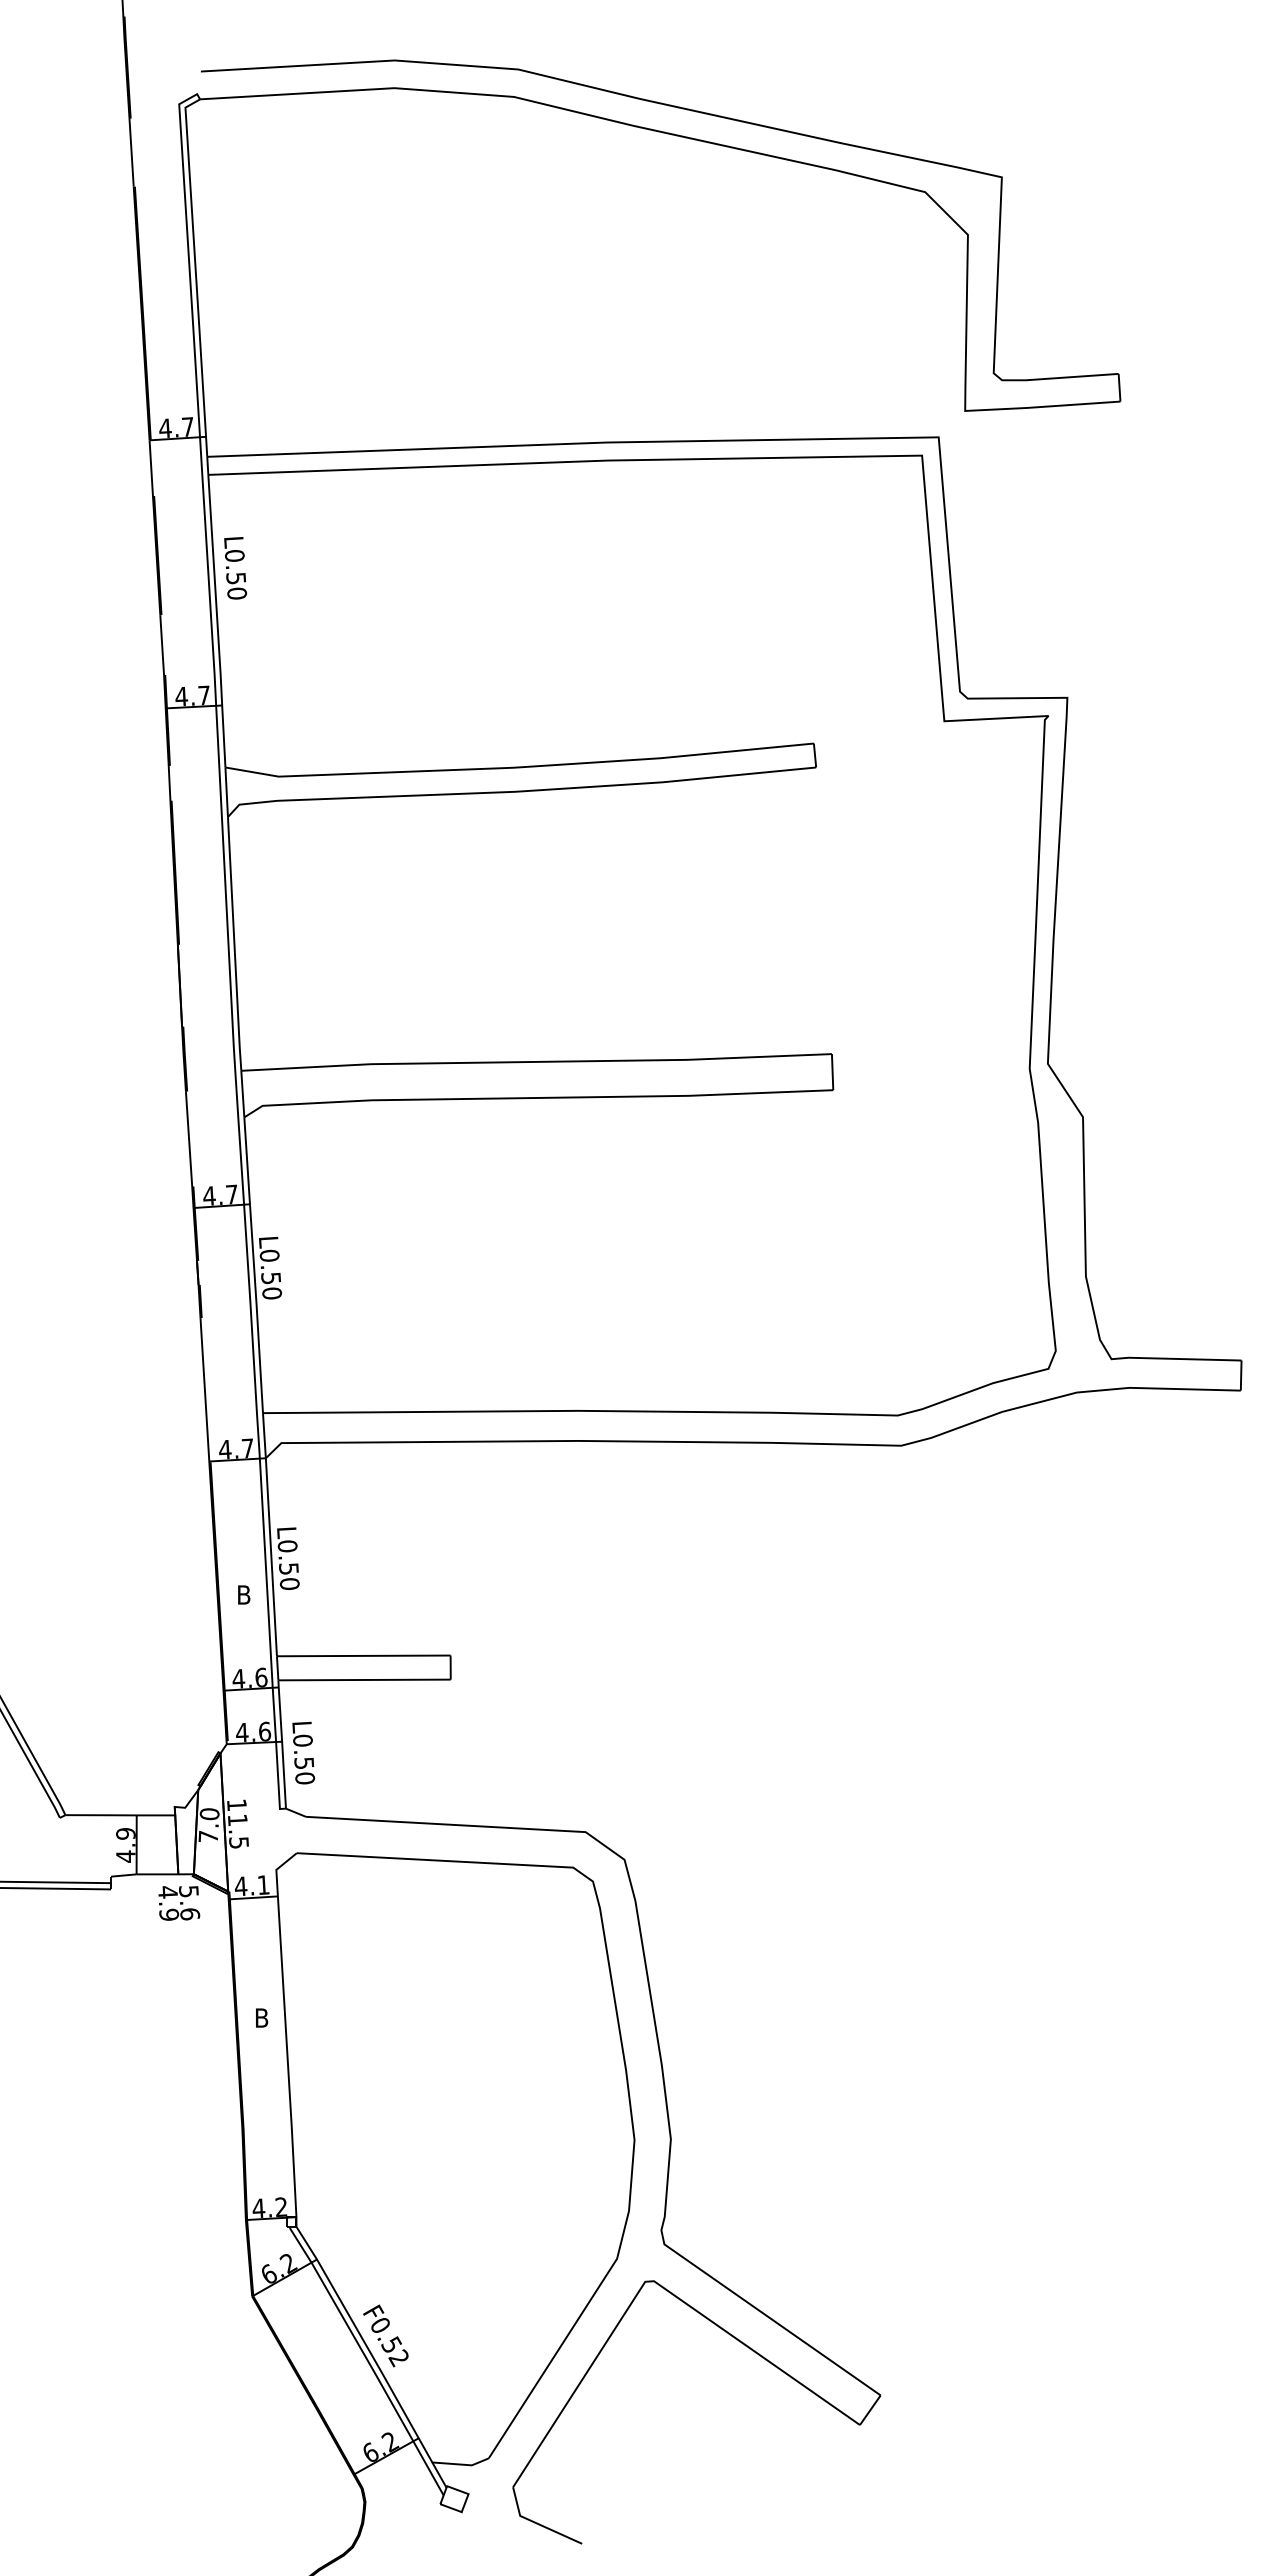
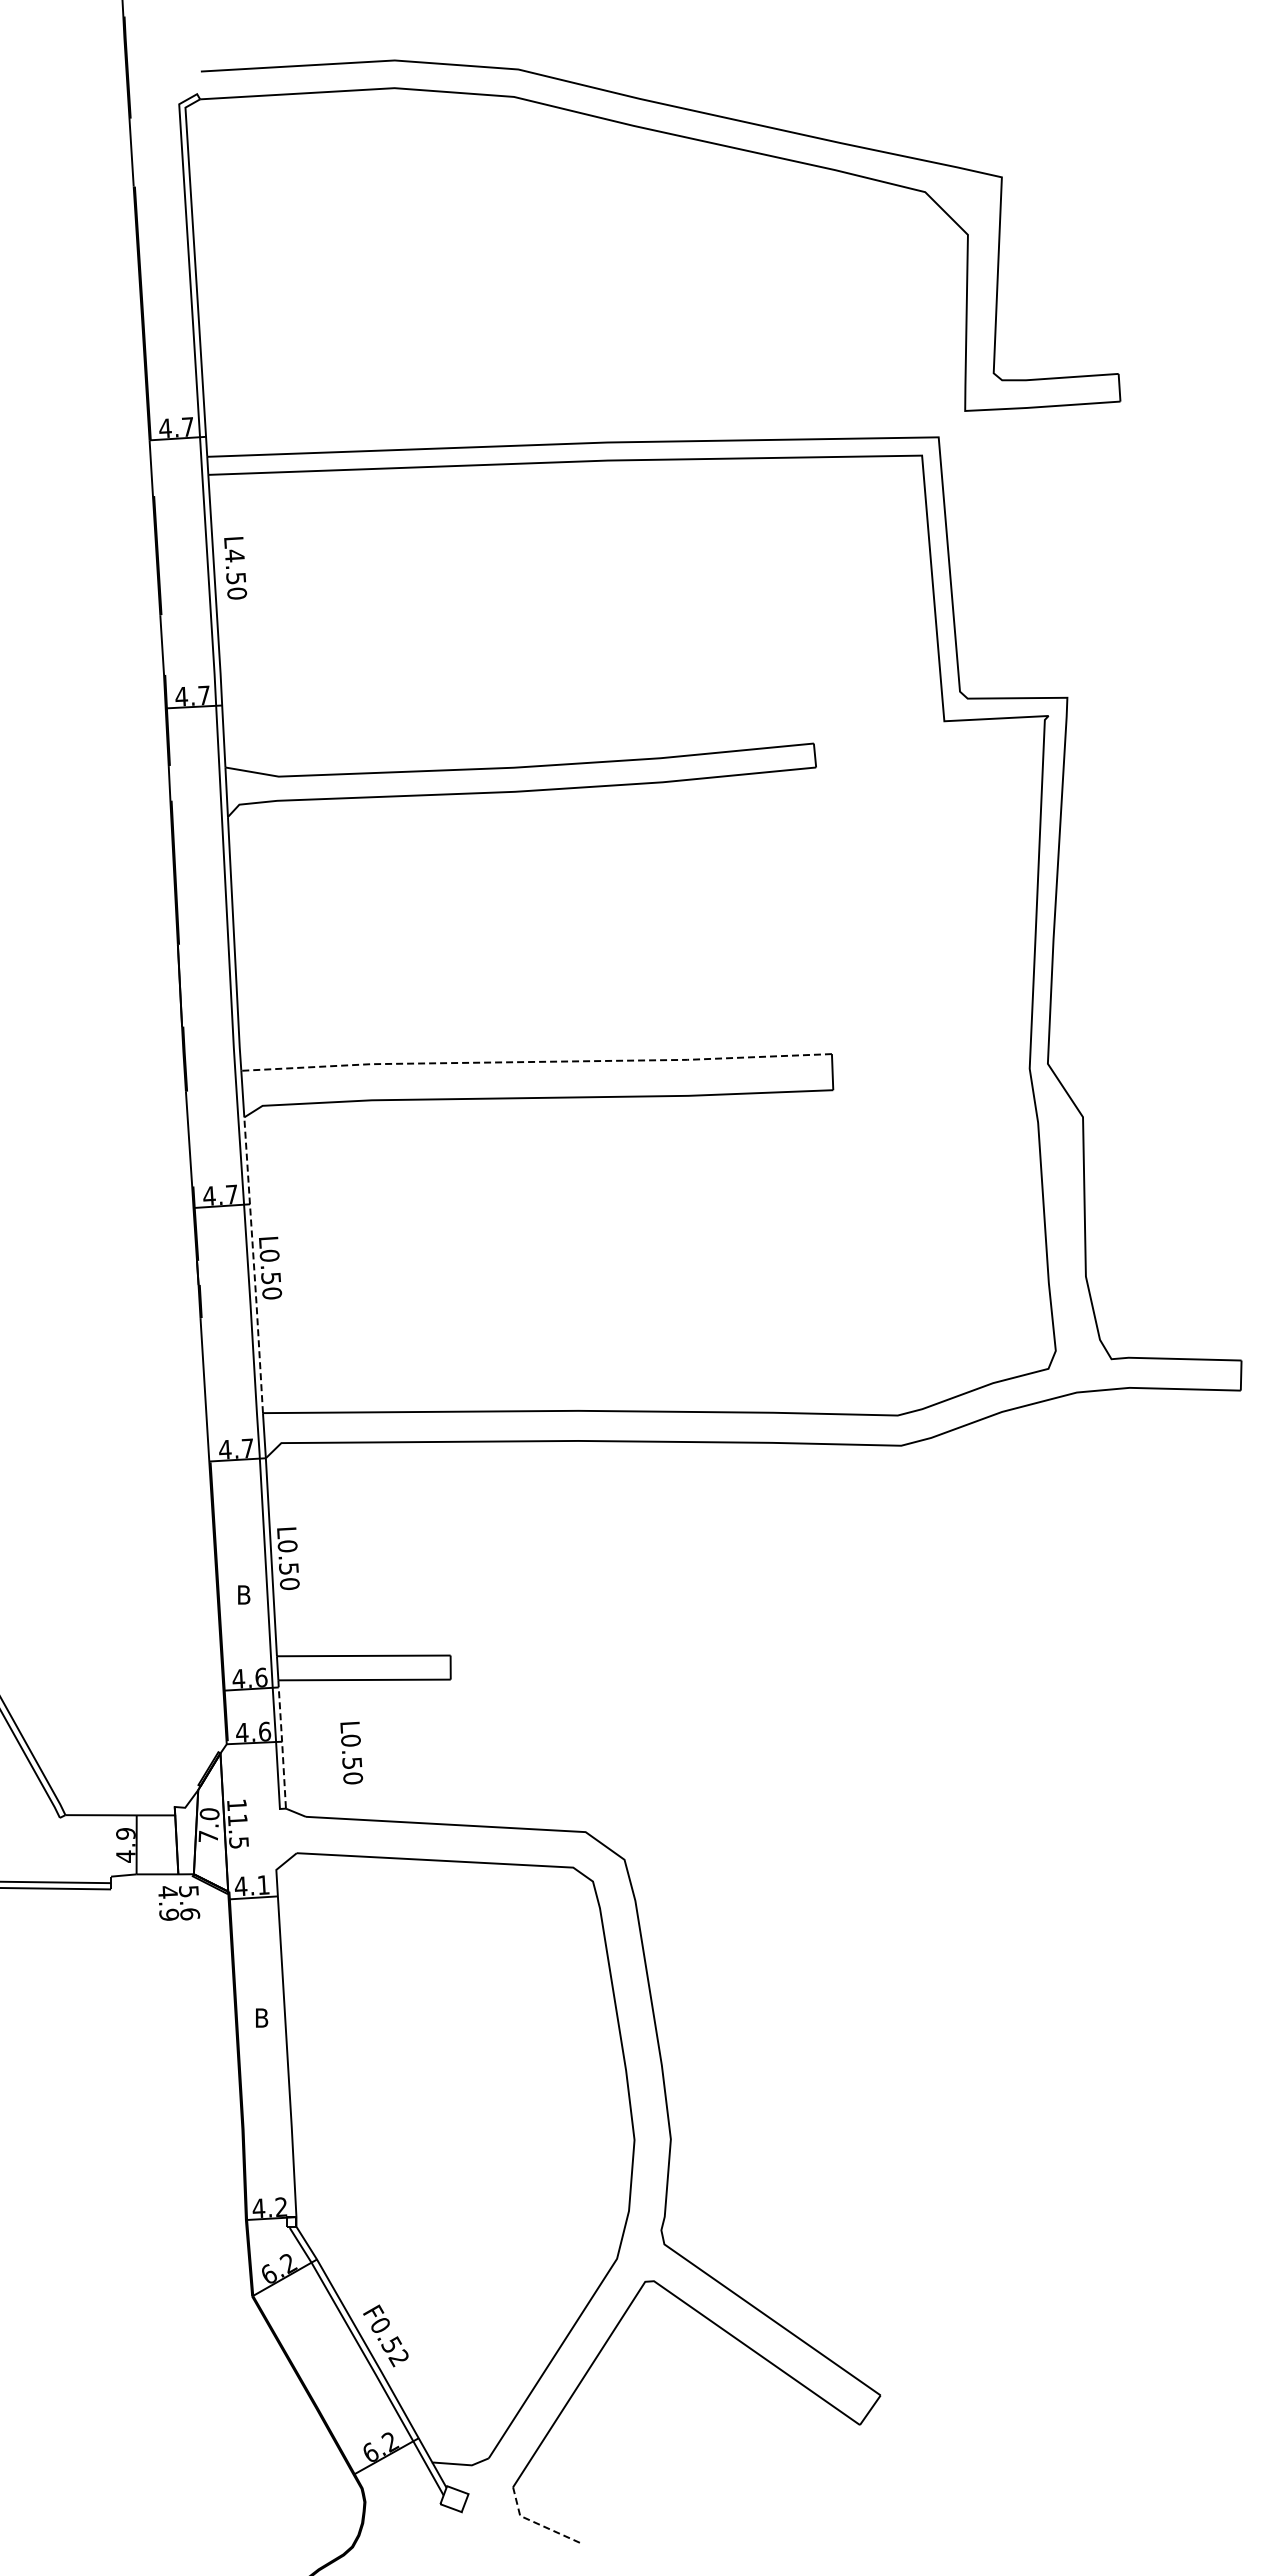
text at (234, 555): L0.50 -> L4.50
line at (536, 1061): solid -> dashed
line at (253, 1265): solid -> dashed
line at (282, 1743): solid -> dashed
text at (303, 1752) position: (303, 1752) -> (351, 1752)
line at (537, 2523): solid -> dashed
